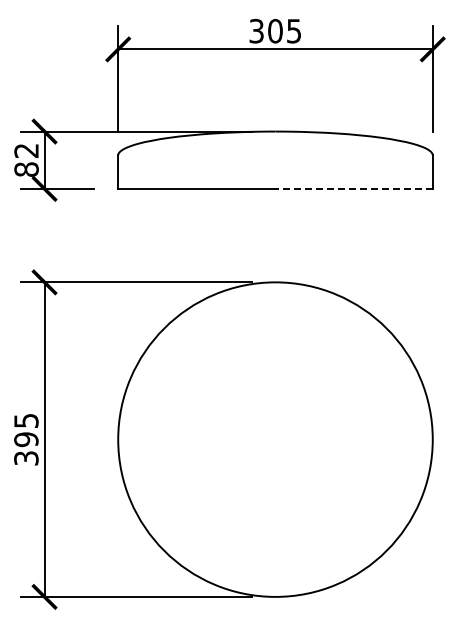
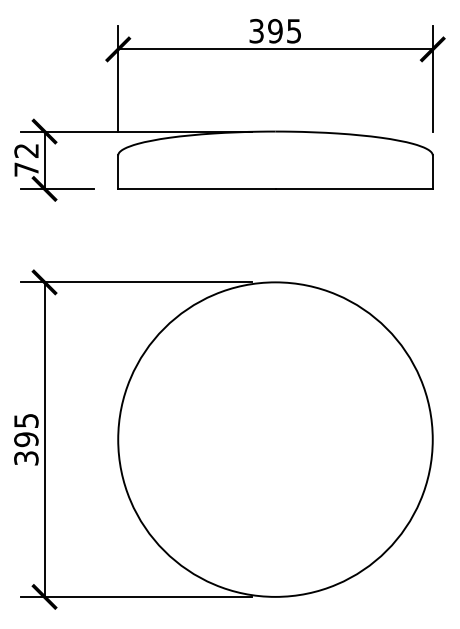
text at (275, 31): 305 -> 395
text at (26, 169): 82 -> 72
line at (354, 188): dashed -> solid
